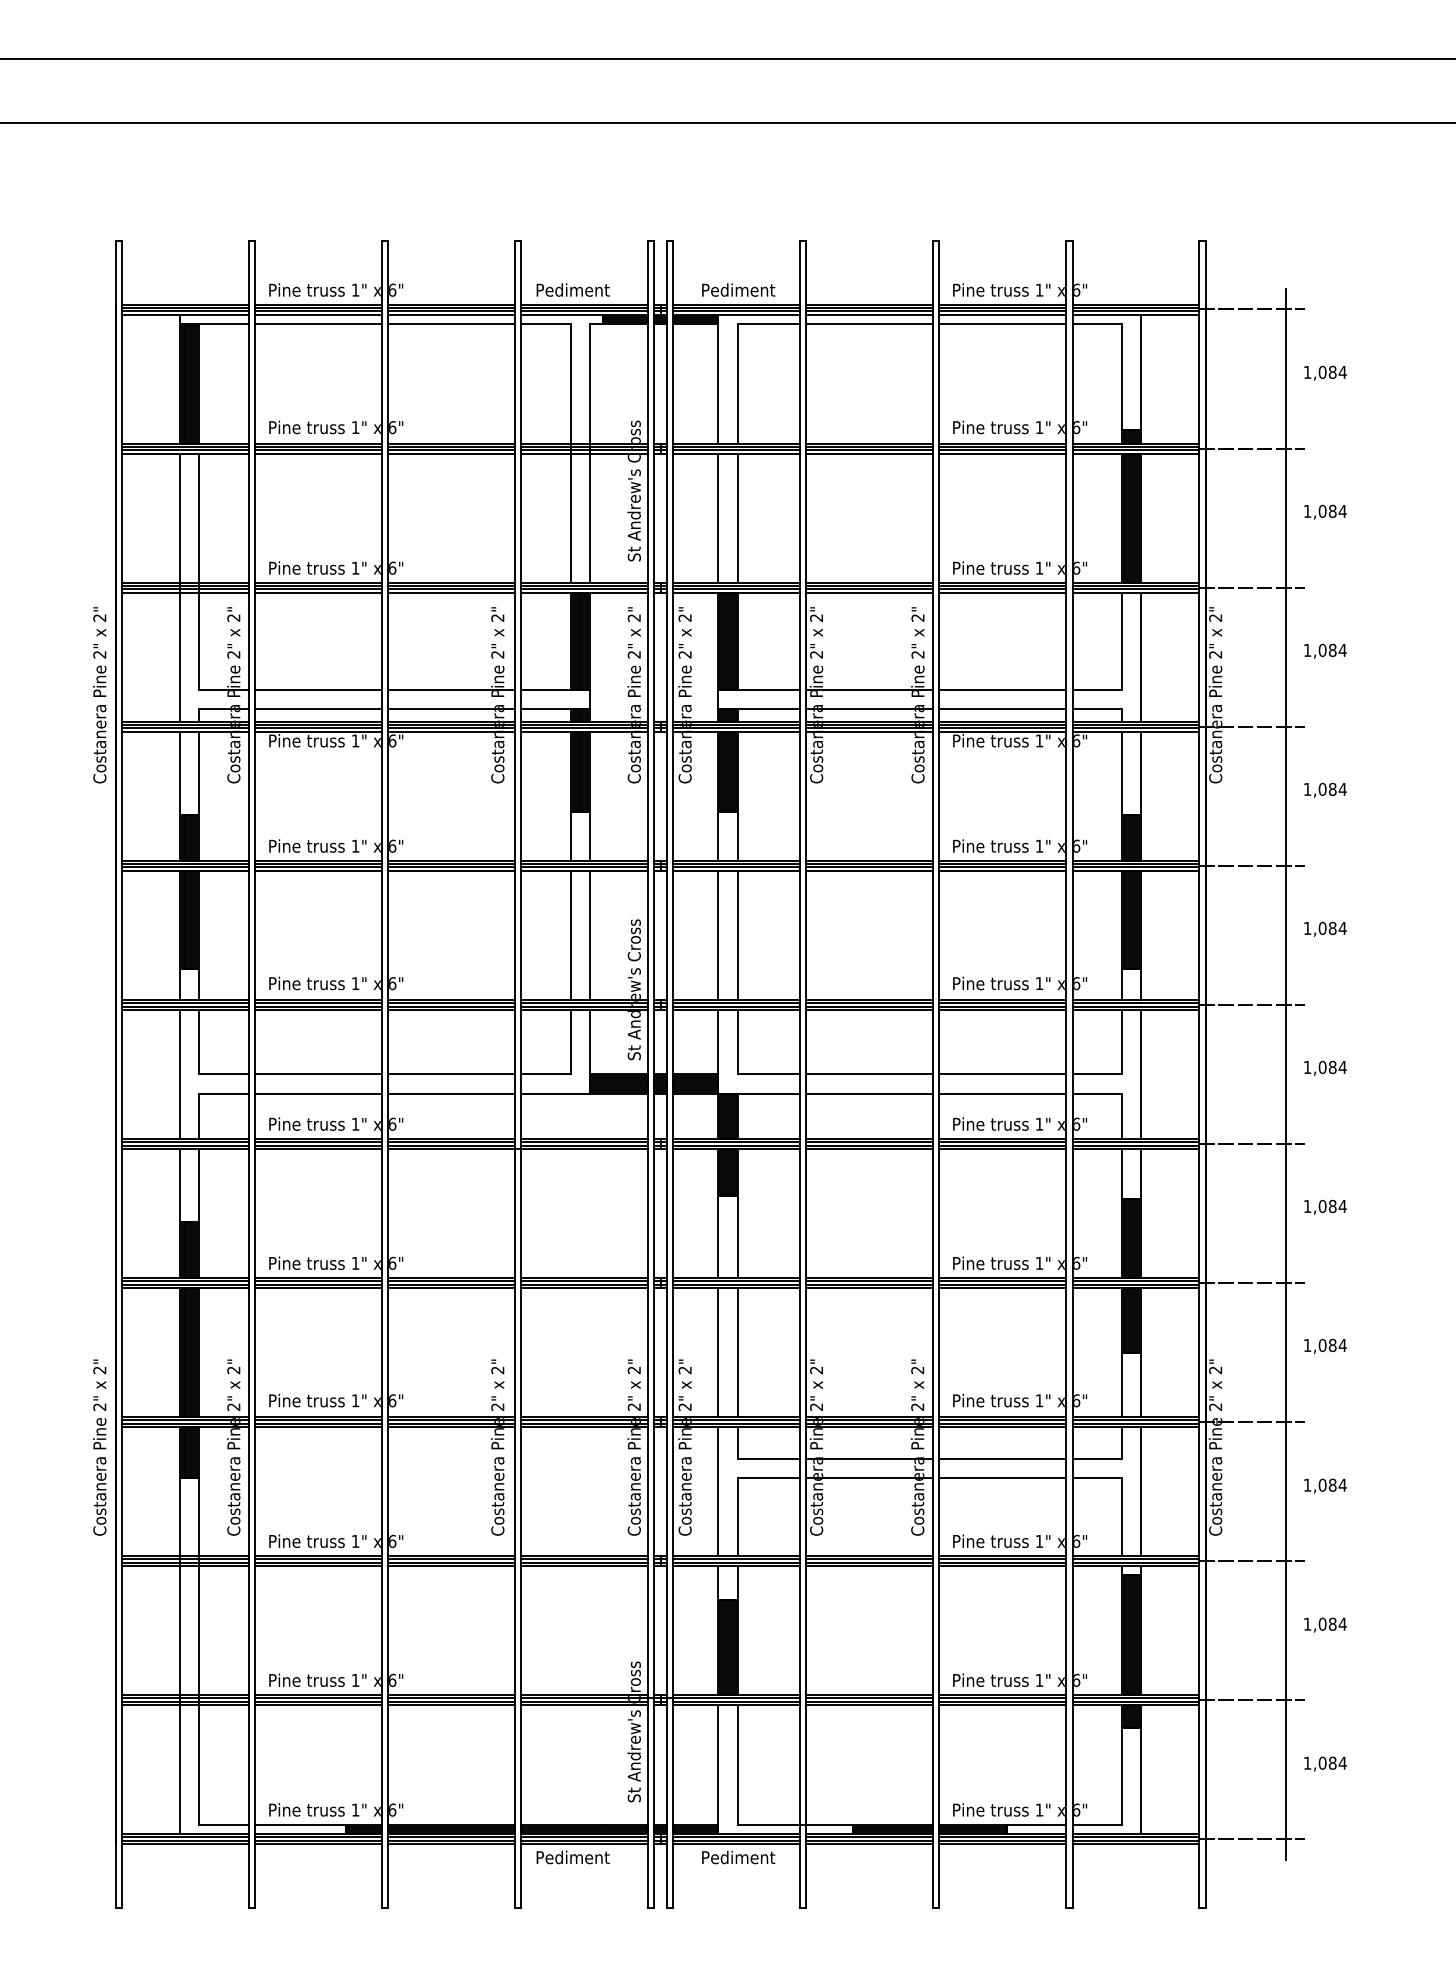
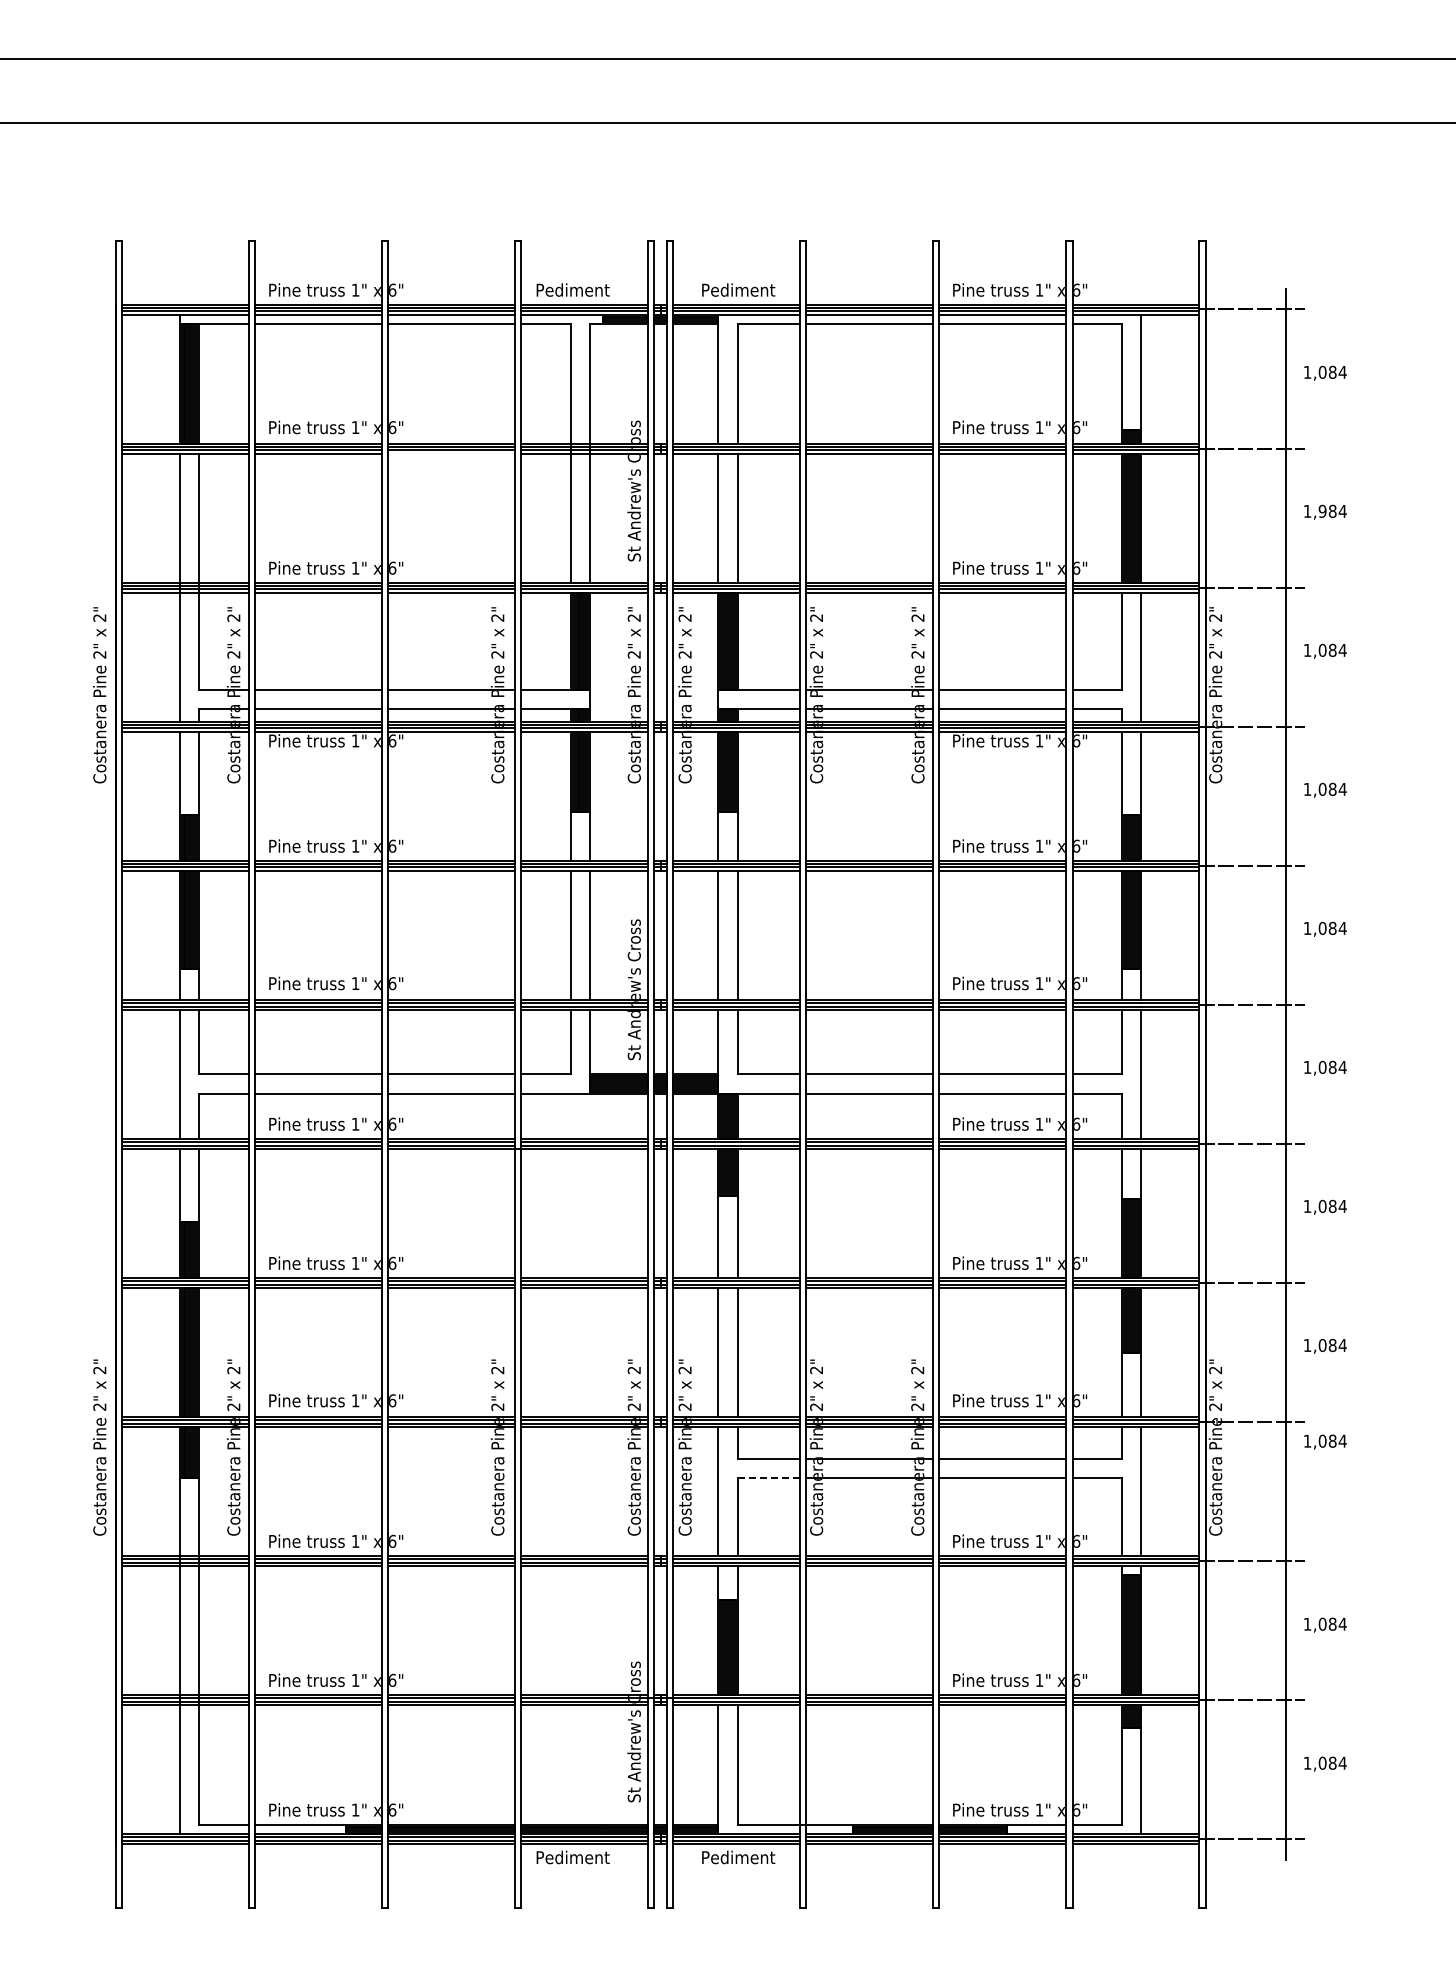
line at (451, 453): present -> none
text at (1322, 511): 1,084 -> 1,984
line at (769, 1478): solid -> dashed
text at (1325, 1485) position: (1325, 1485) -> (1325, 1441)
